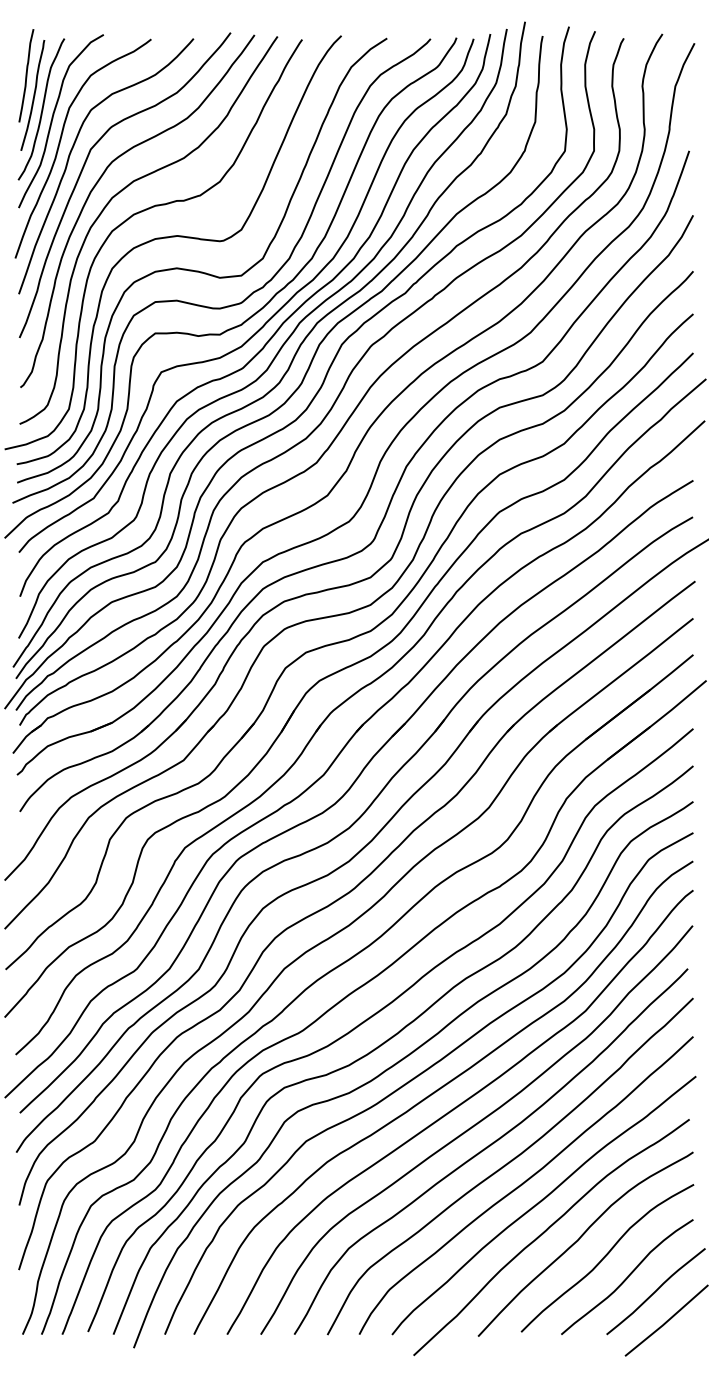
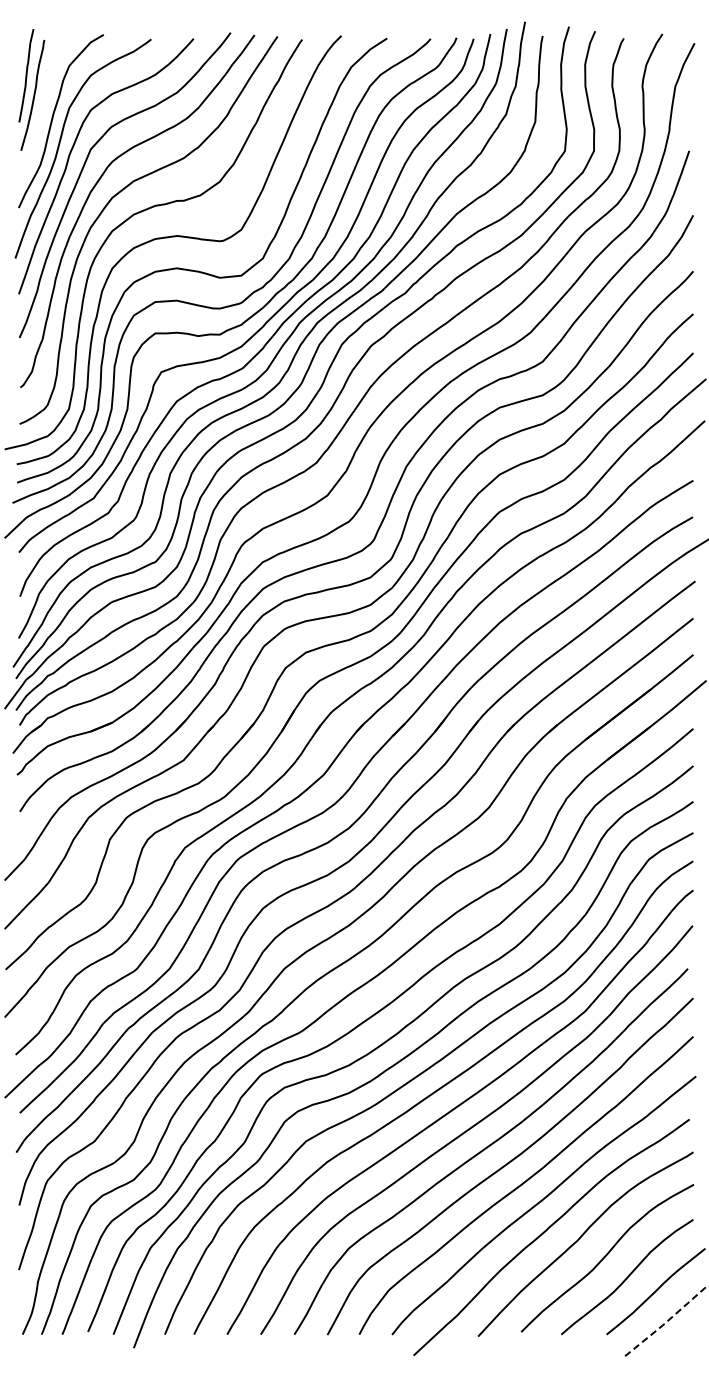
curve at (41, 109): present -> none
line at (667, 1321): solid -> dashed
